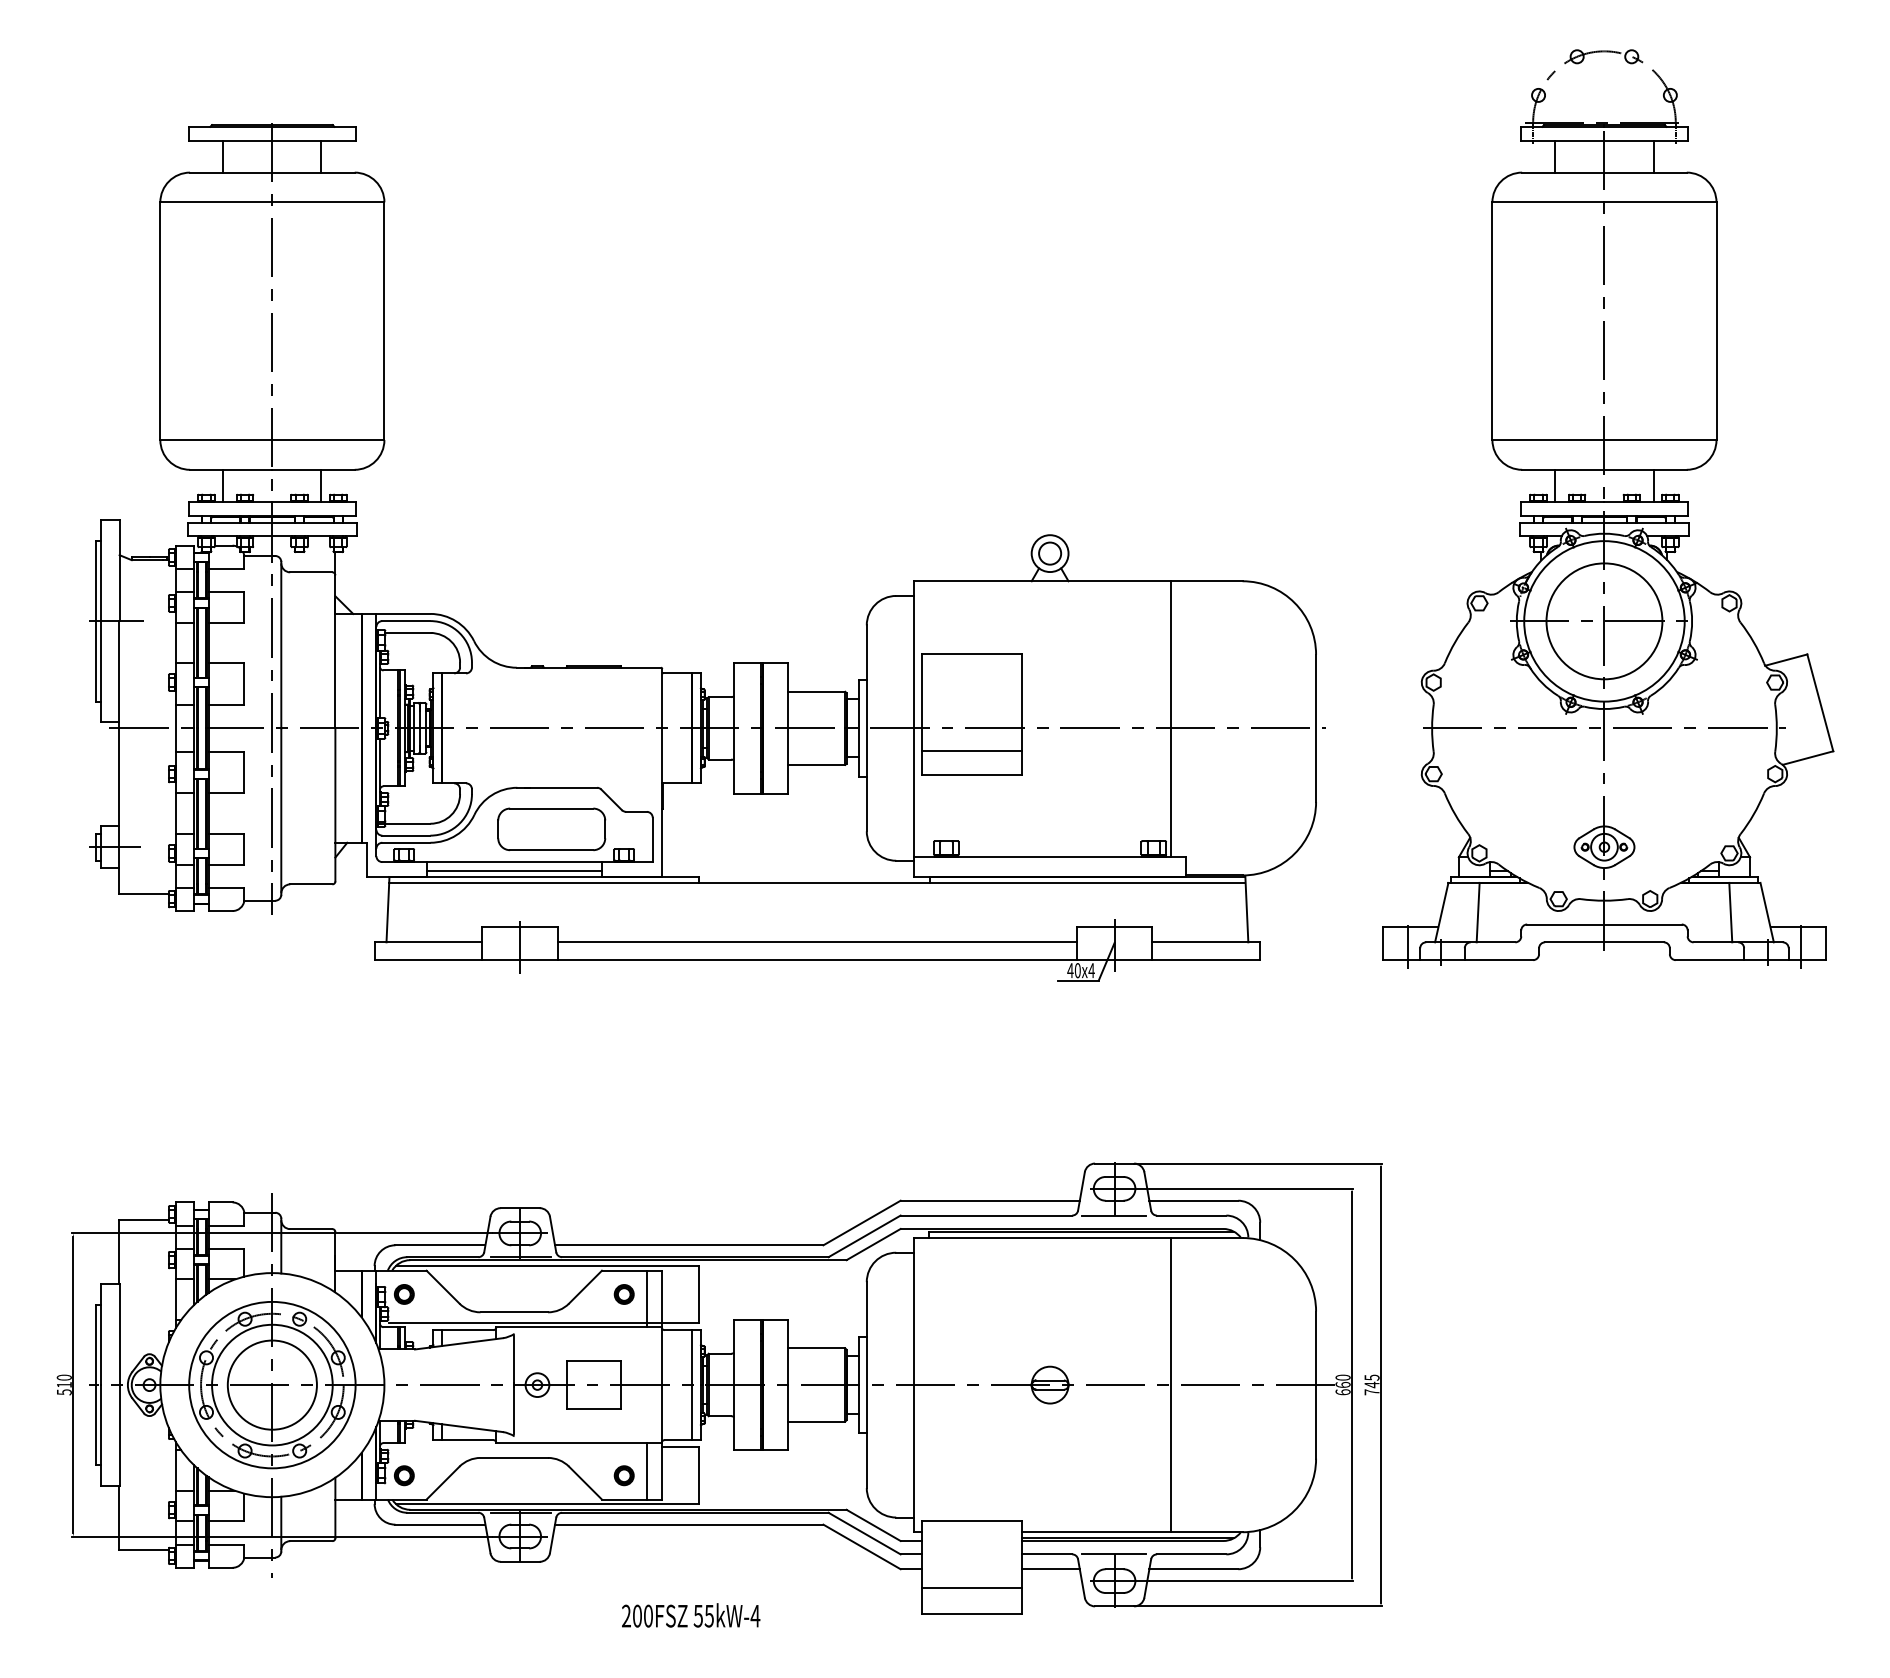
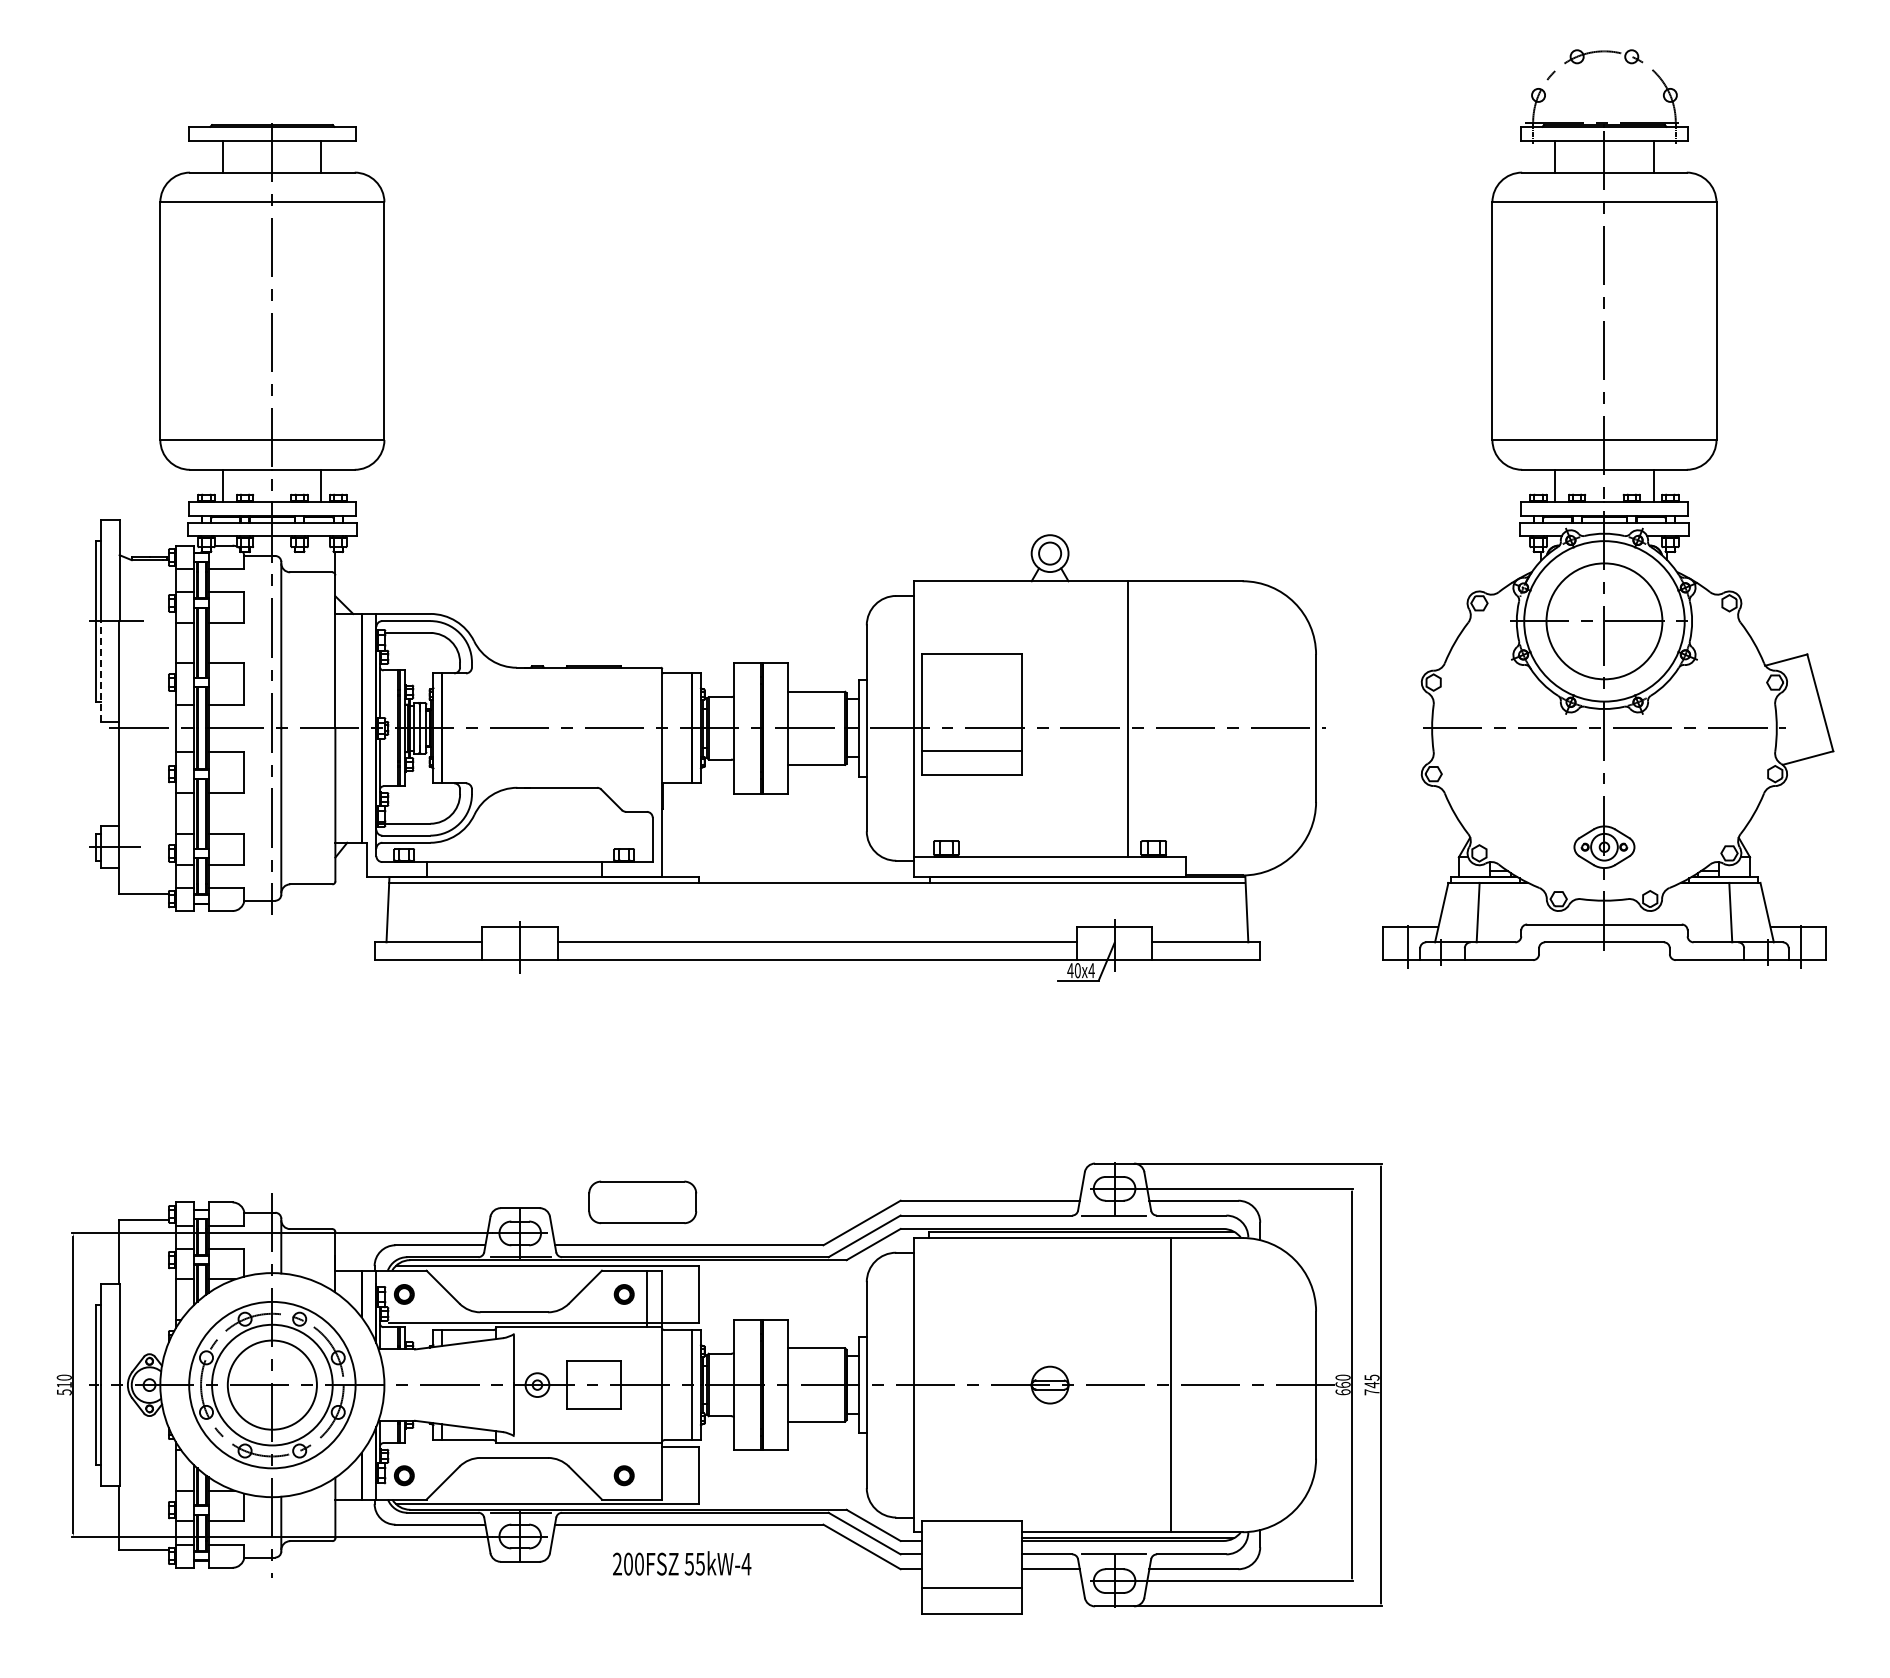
line at (100, 671): solid -> dashed
line at (1171, 719) position: (1171, 719) -> (1128, 719)
part at (551, 829) position: (551, 829) -> (642, 1202)
line at (513, 871): present -> none
line at (646, 1471): present -> none
text at (691, 1615) position: (691, 1615) -> (682, 1563)
